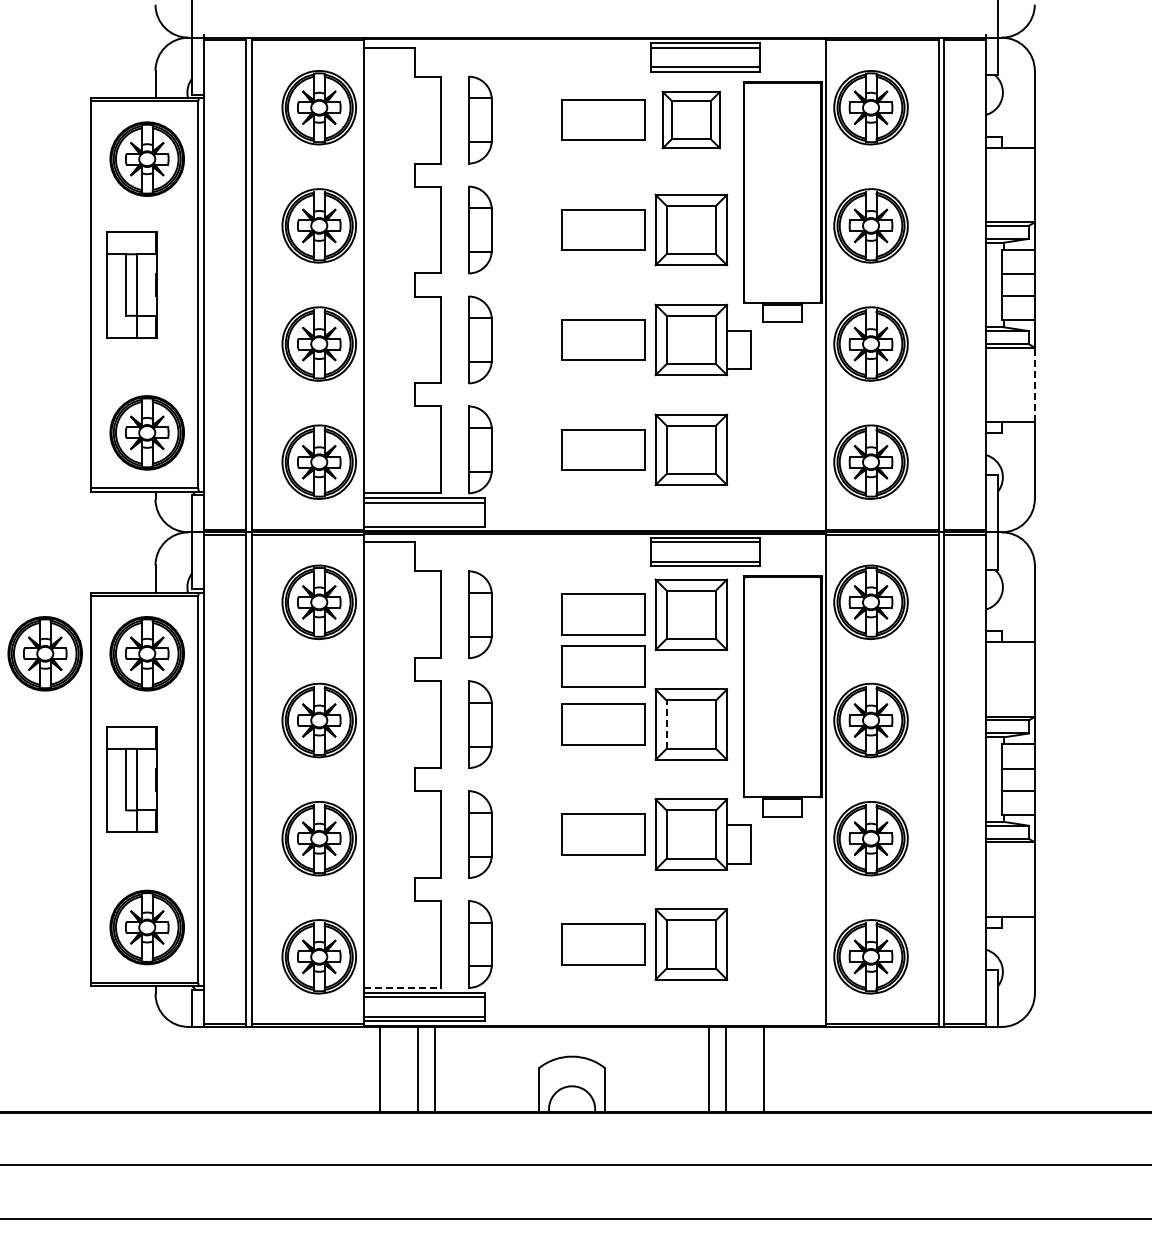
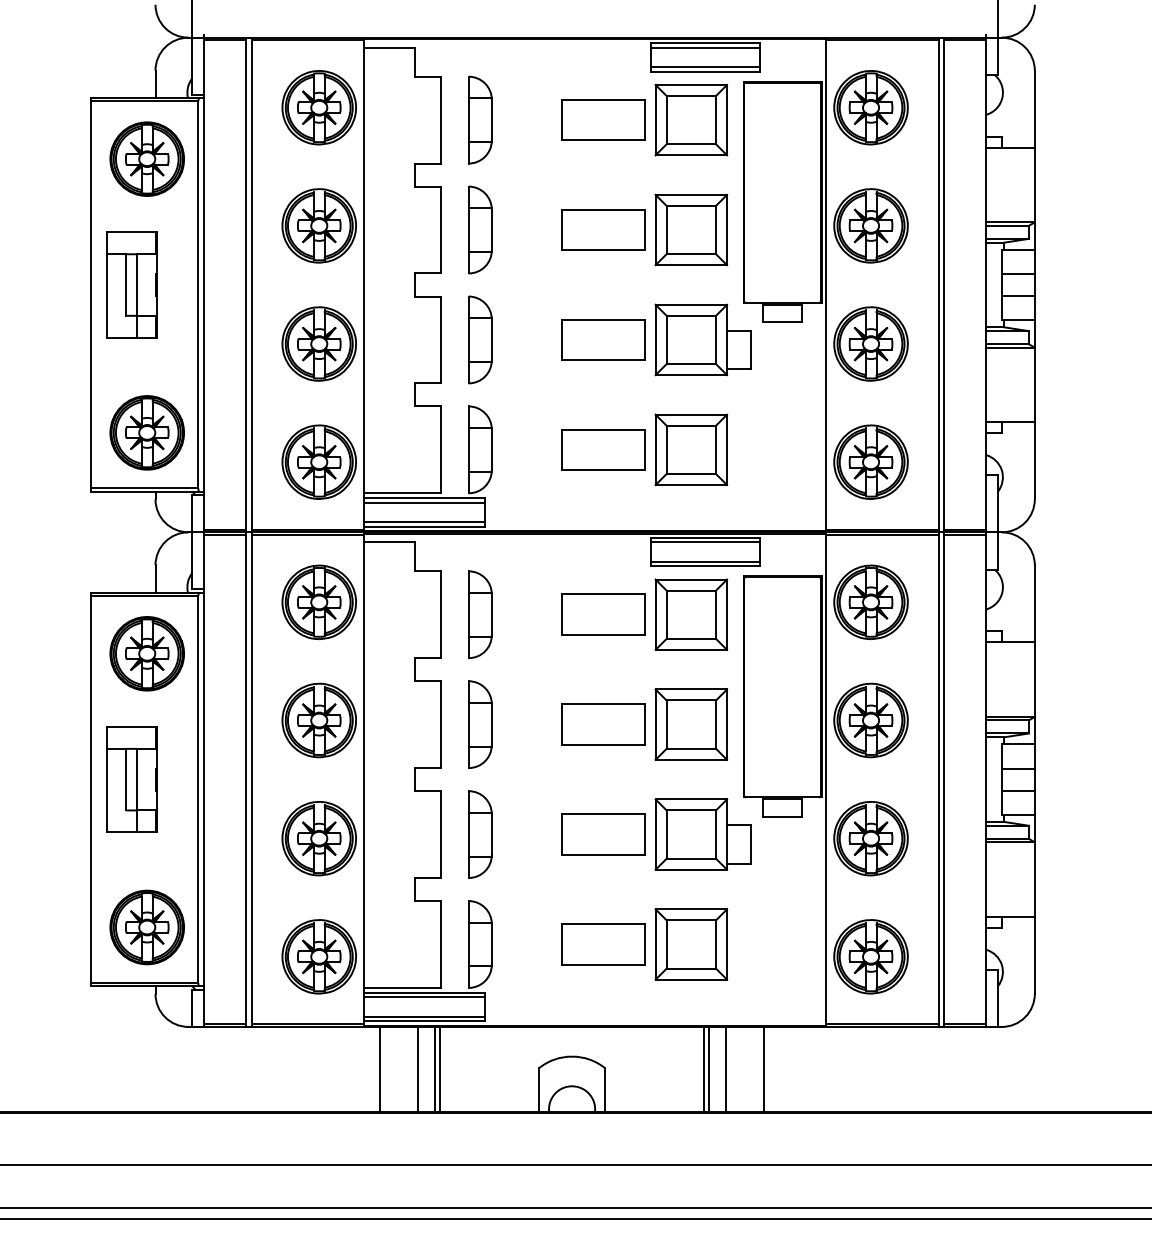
part at (690, 119) size: 60x60 px -> 75x74 px
line at (1034, 384): dashed -> solid
line at (424, 522): none -> present
part at (44, 653): present -> none
part at (603, 666): present -> none
line at (666, 724): dashed -> solid
line at (403, 987): dashed -> solid
line at (440, 1068): none -> present
line at (703, 1068): none -> present
line at (575, 1208): none -> present
